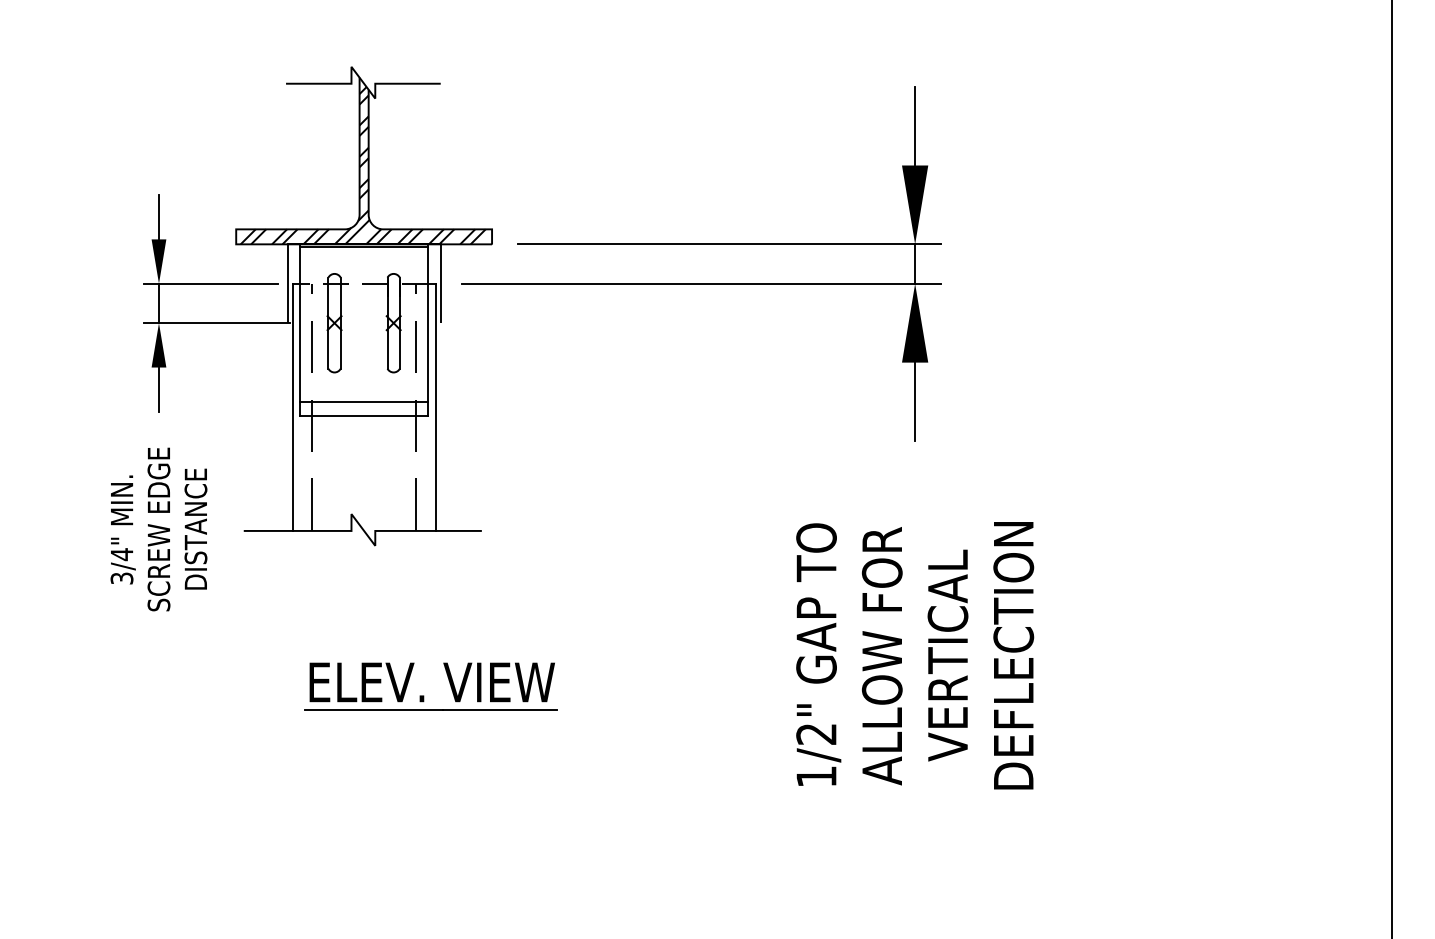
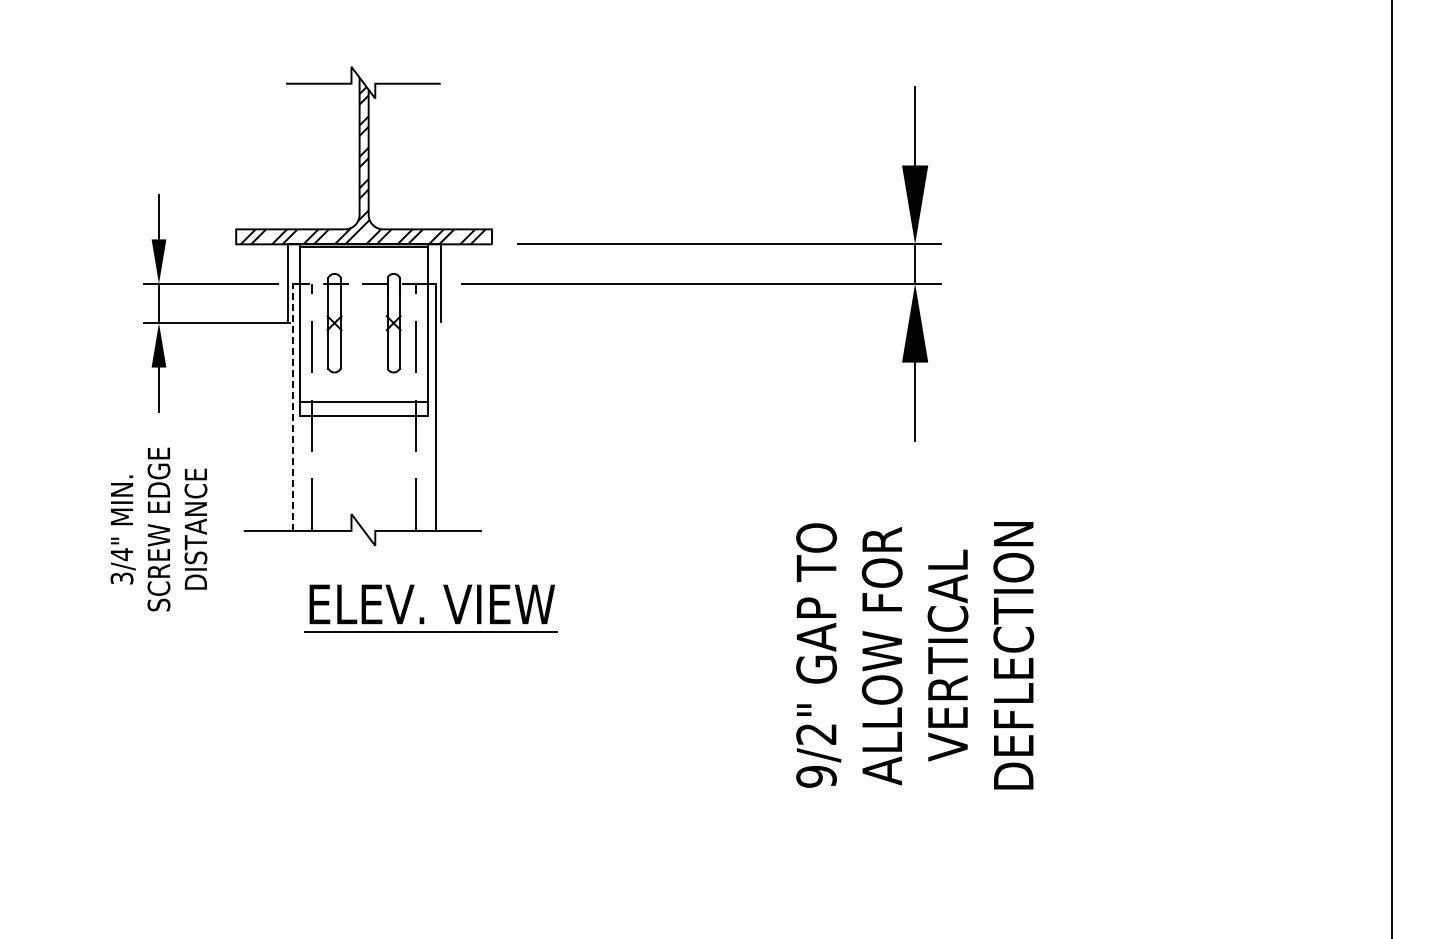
line at (292, 407): solid -> dashed
part at (423, 695) position: (423, 695) -> (423, 617)
text at (816, 776): 1/2" -> 9/2"
